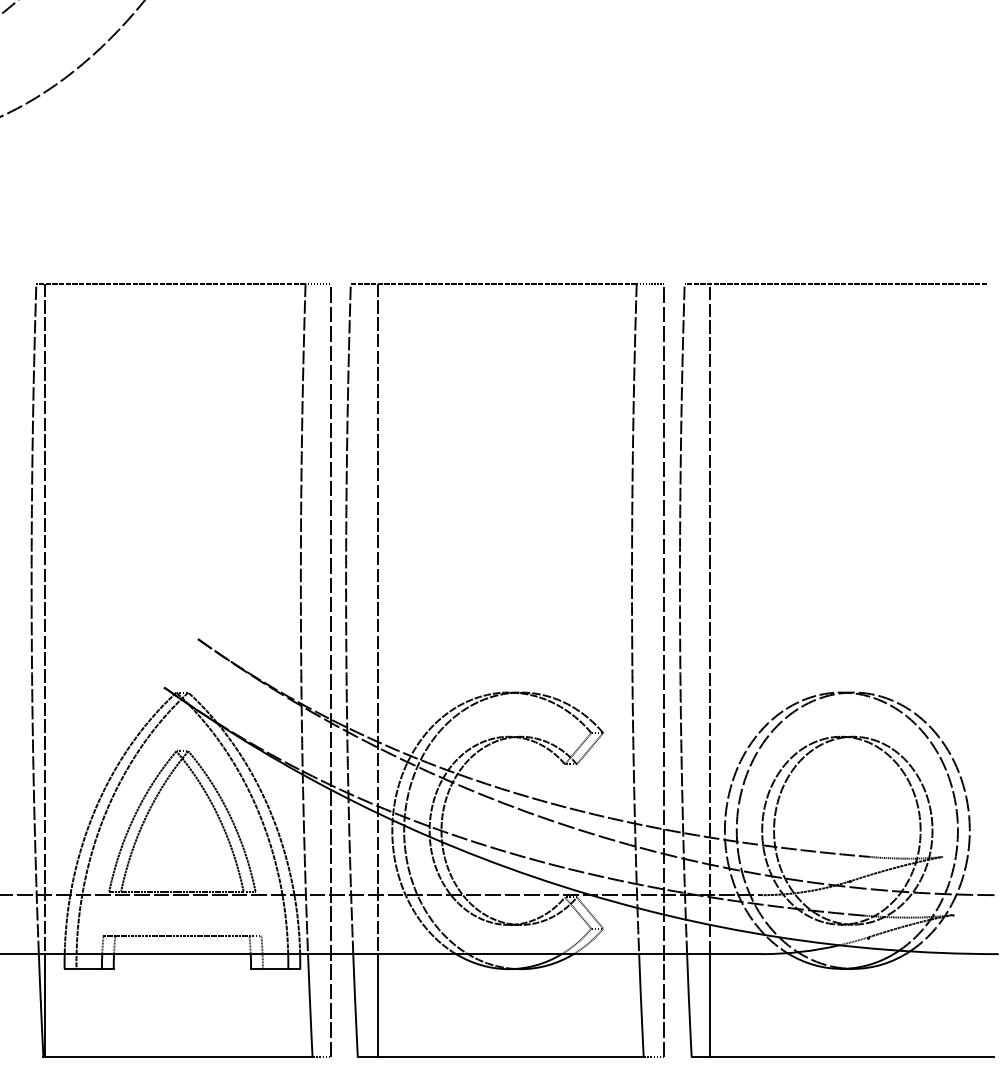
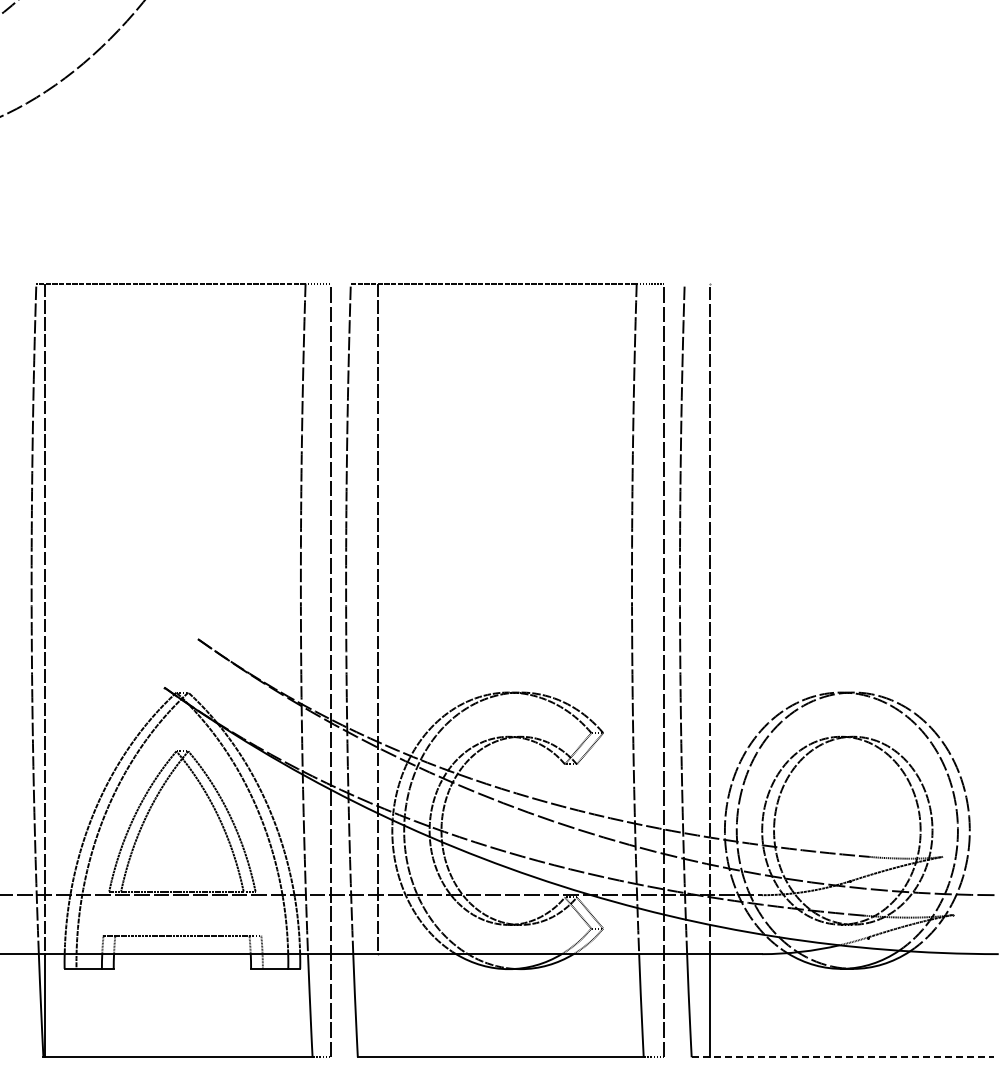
line at (835, 283): present -> none
line at (377, 1005): present -> none
line at (843, 1057): solid -> dashed
